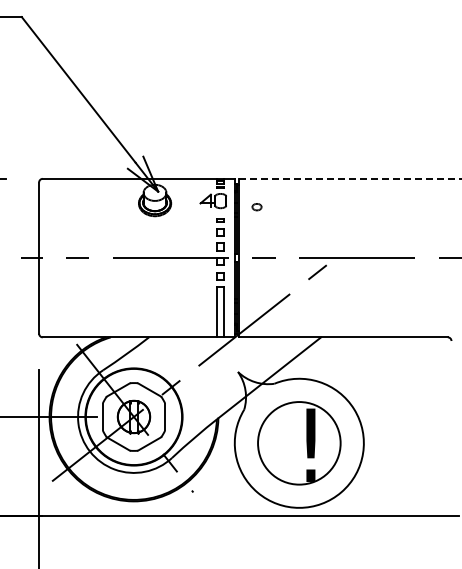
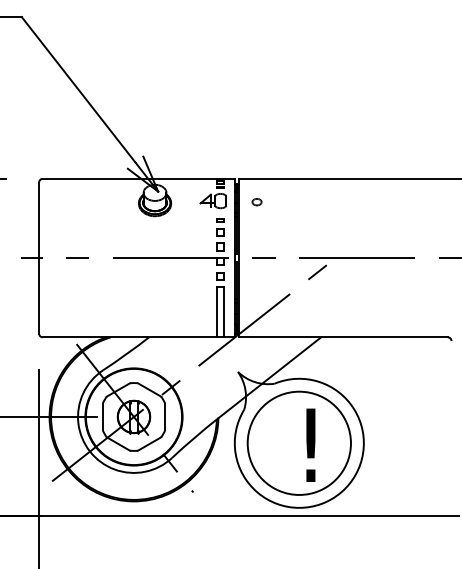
line at (350, 178): dashed -> solid
part at (256, 207) position: (256, 207) -> (256, 202)
circle at (299, 443) diameter: 83 px -> 103 px
